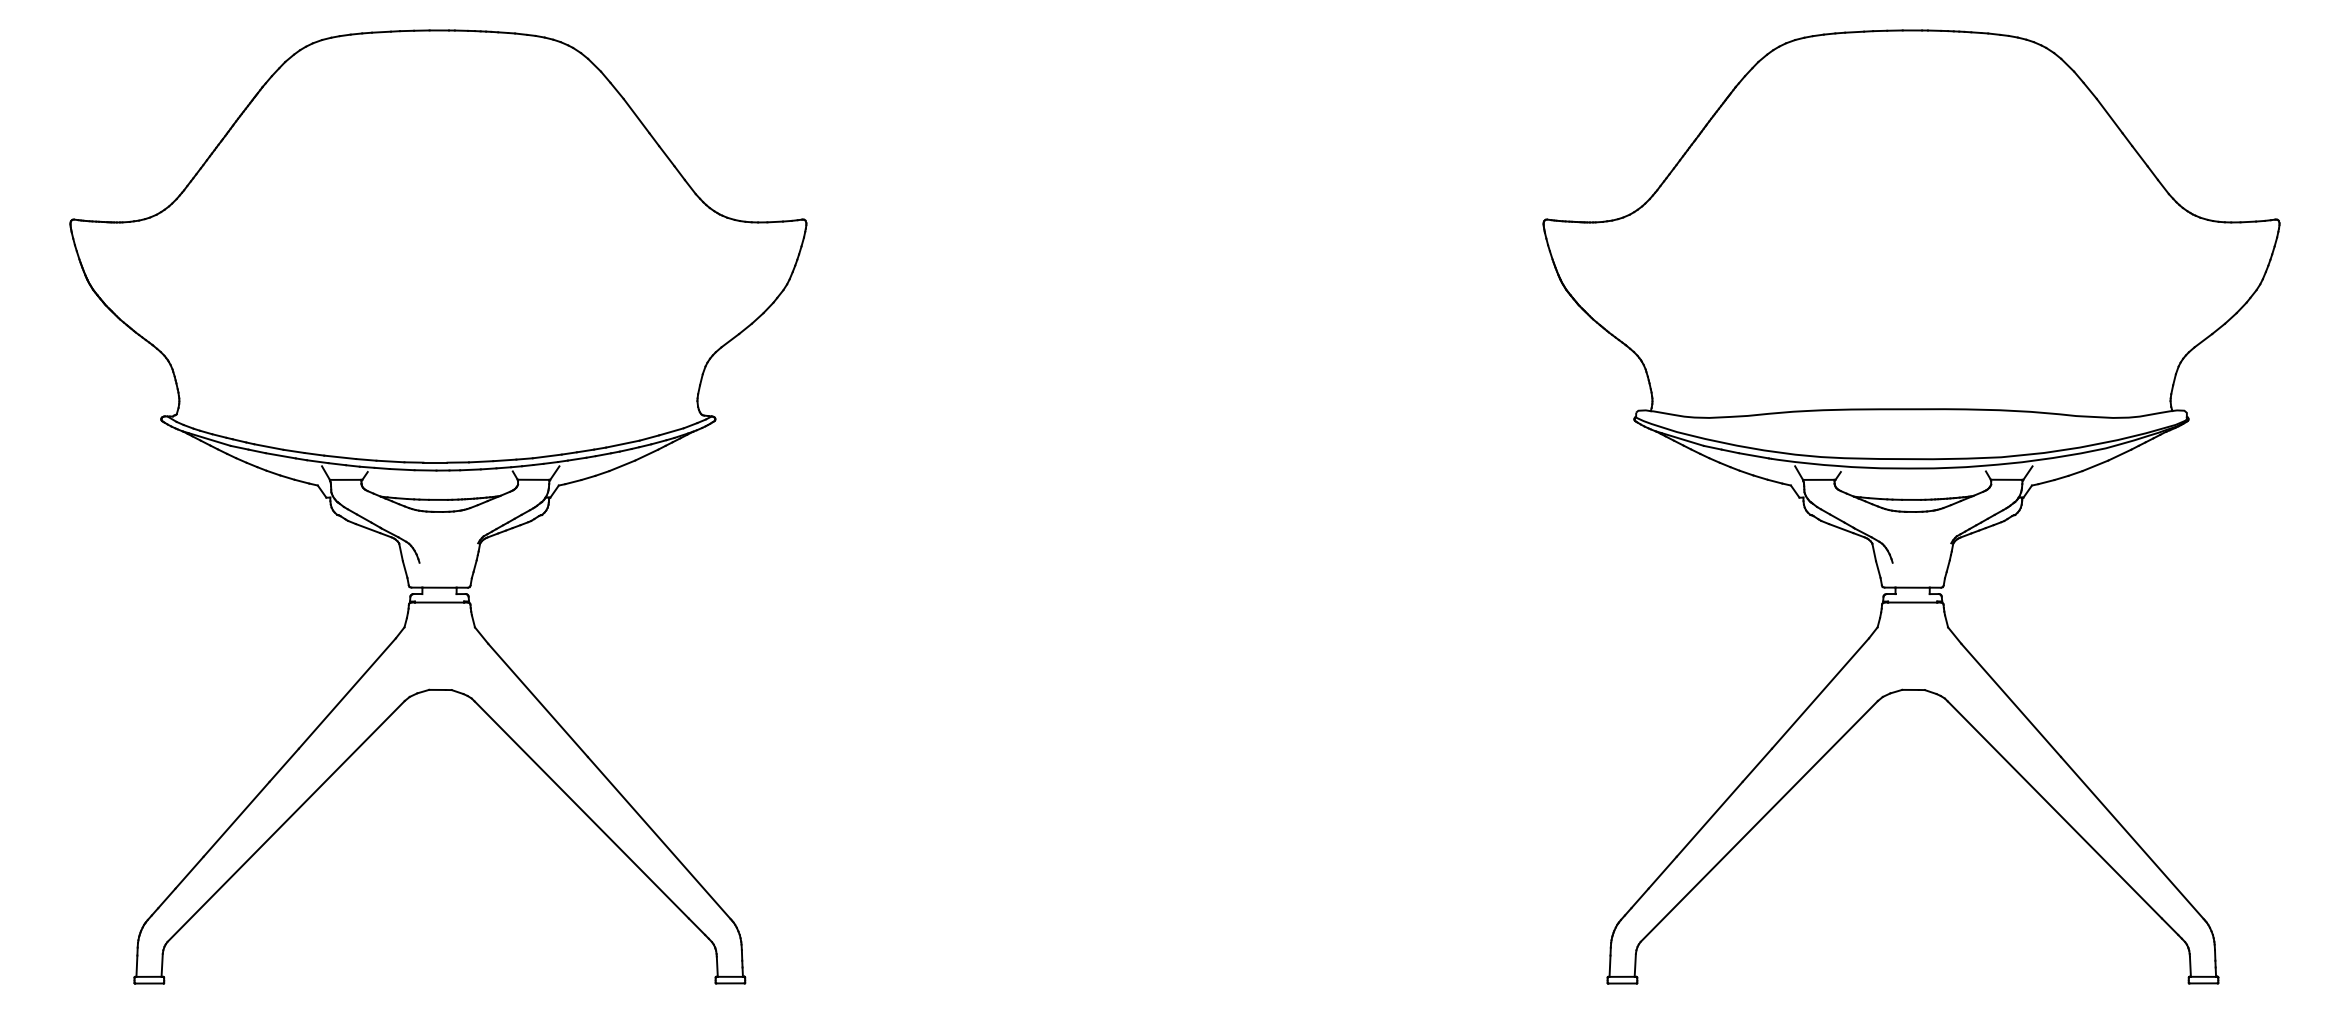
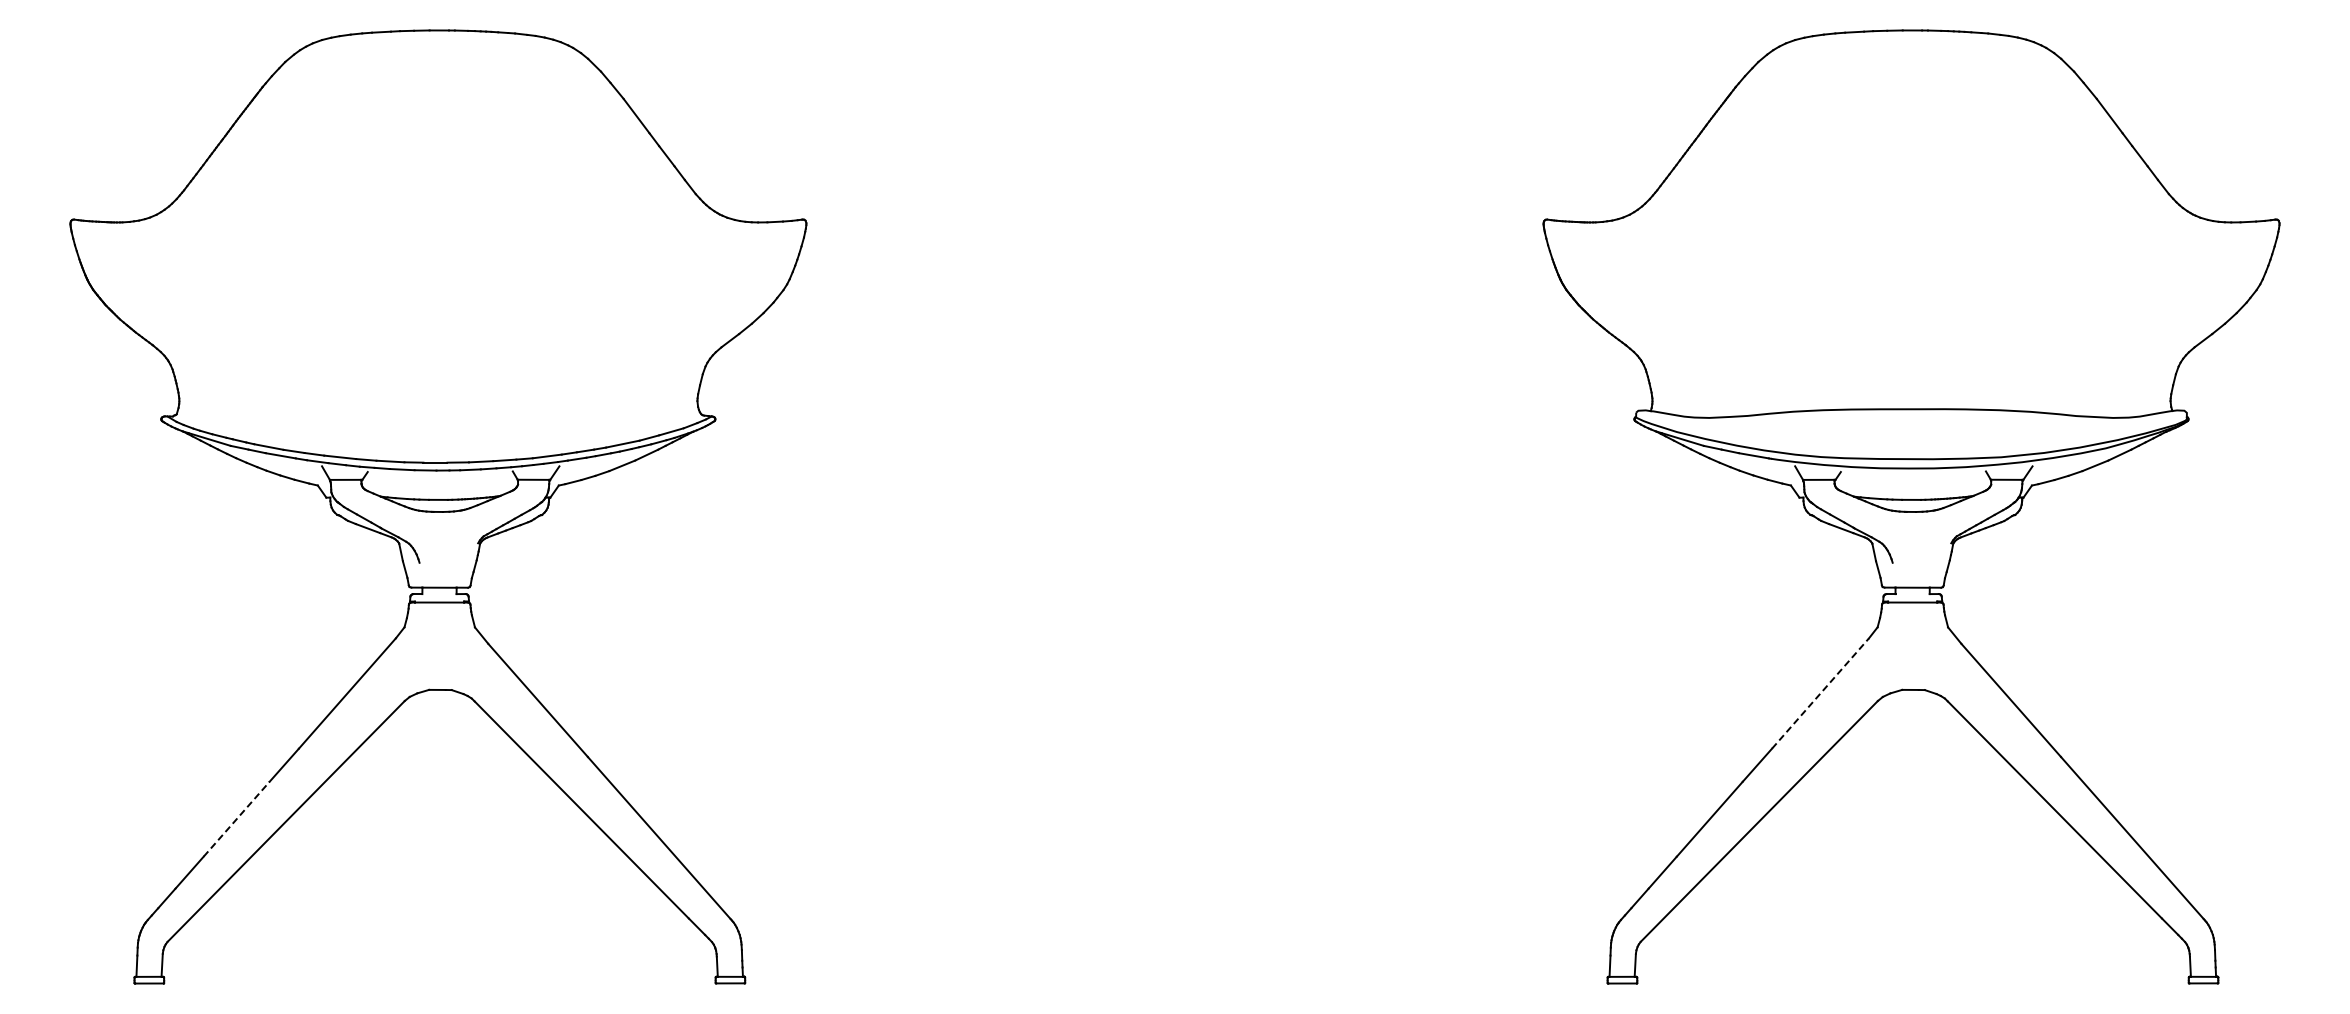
line at (1820, 693): solid -> dashed
line at (236, 819): solid -> dashed
